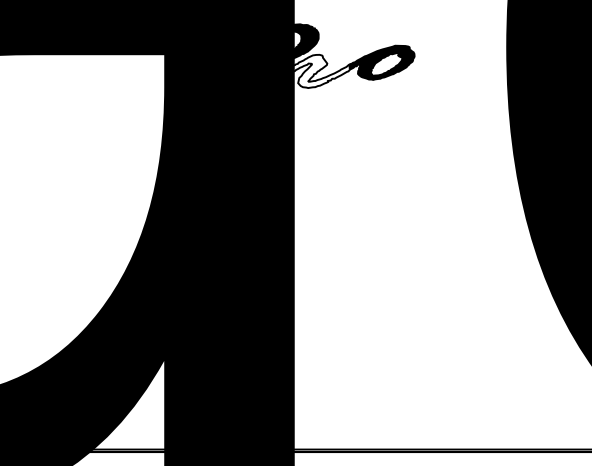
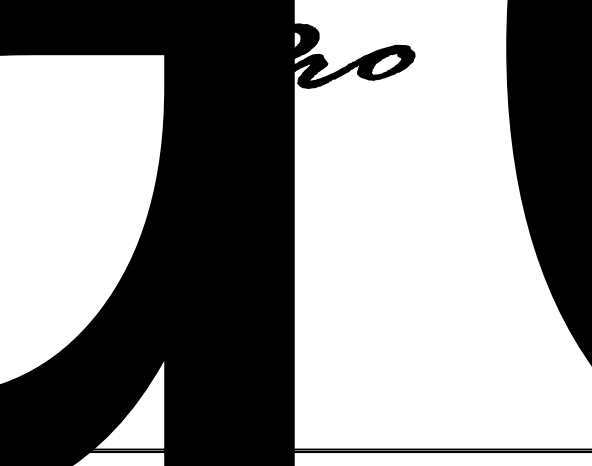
fill at (313, 71): none -> present
